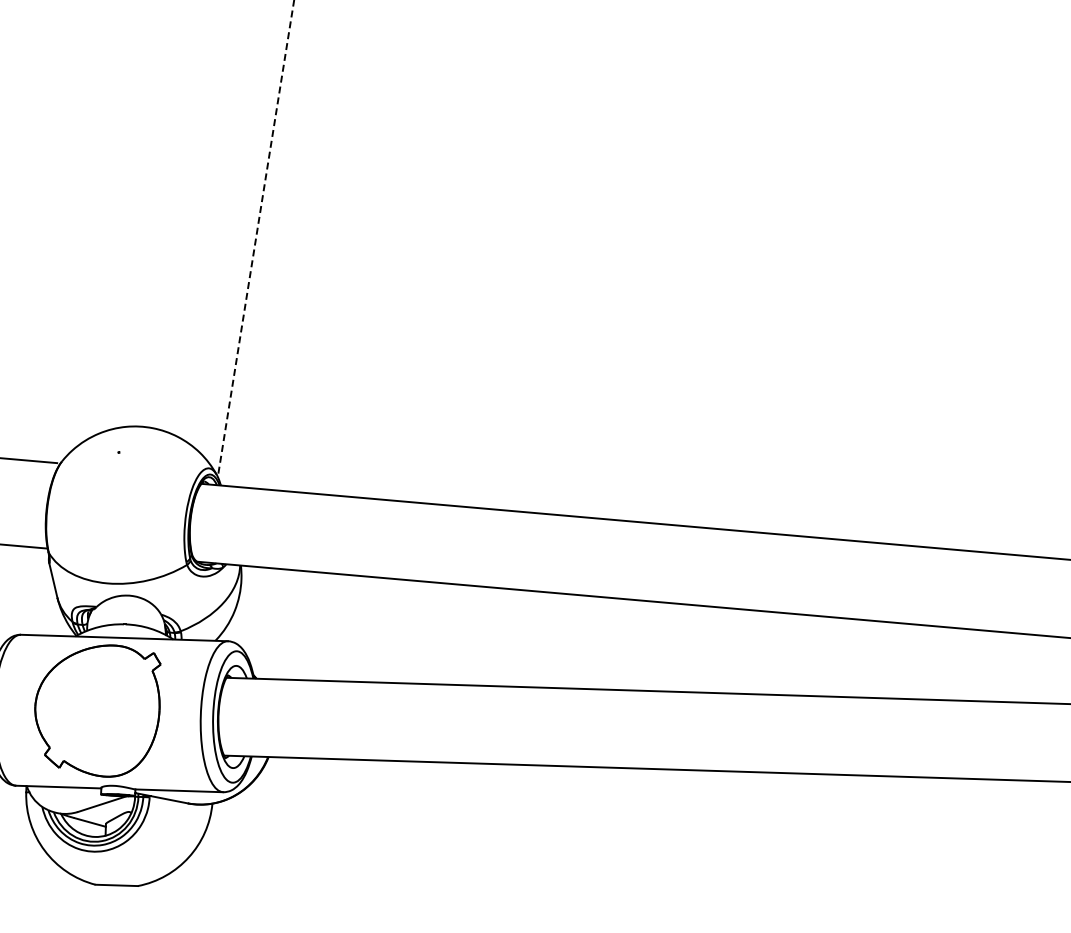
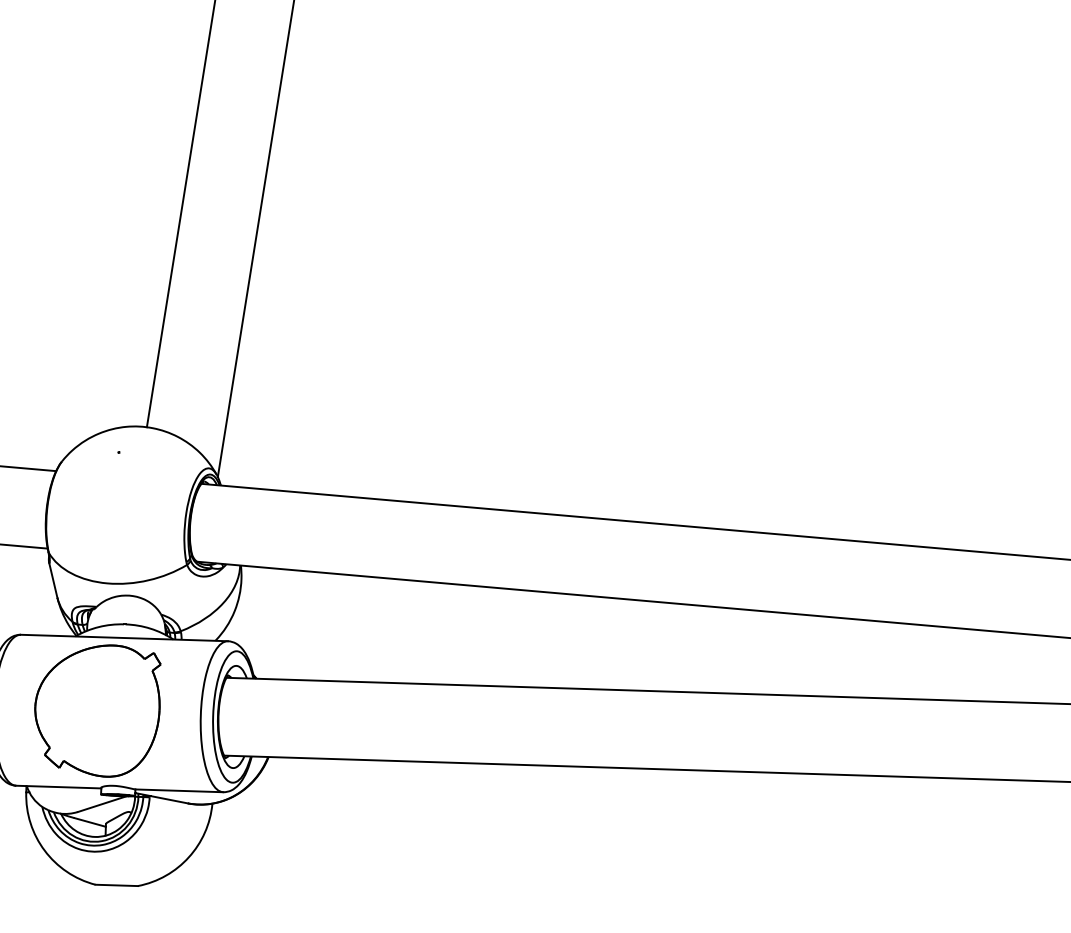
line at (180, 214): none -> present
line at (255, 239): dashed -> solid
line at (29, 460) position: (29, 460) -> (29, 468)
